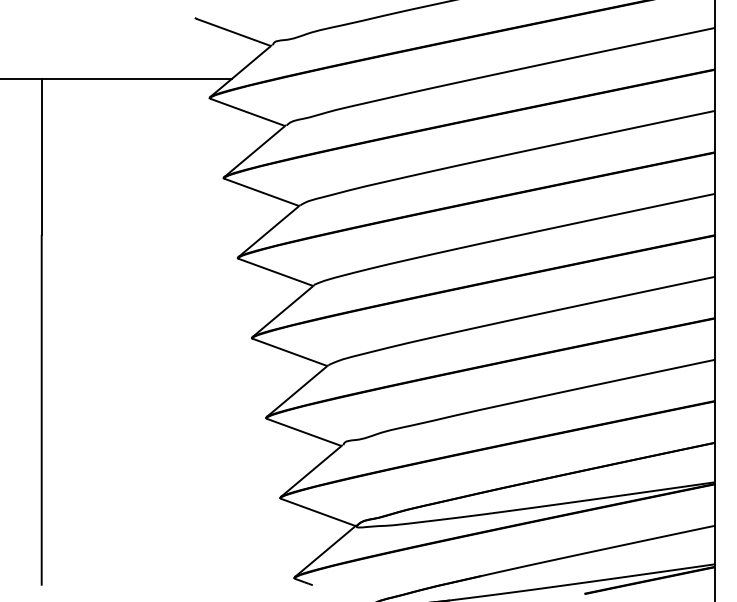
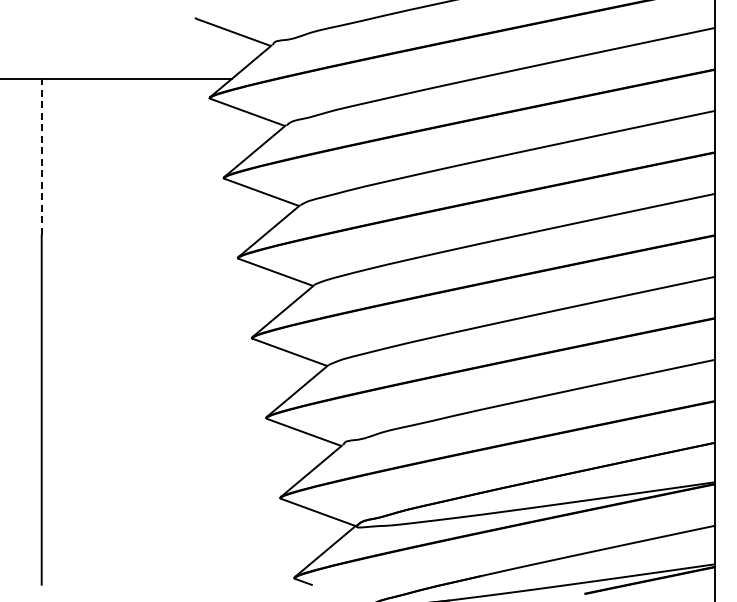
line at (41, 156): solid -> dashed
